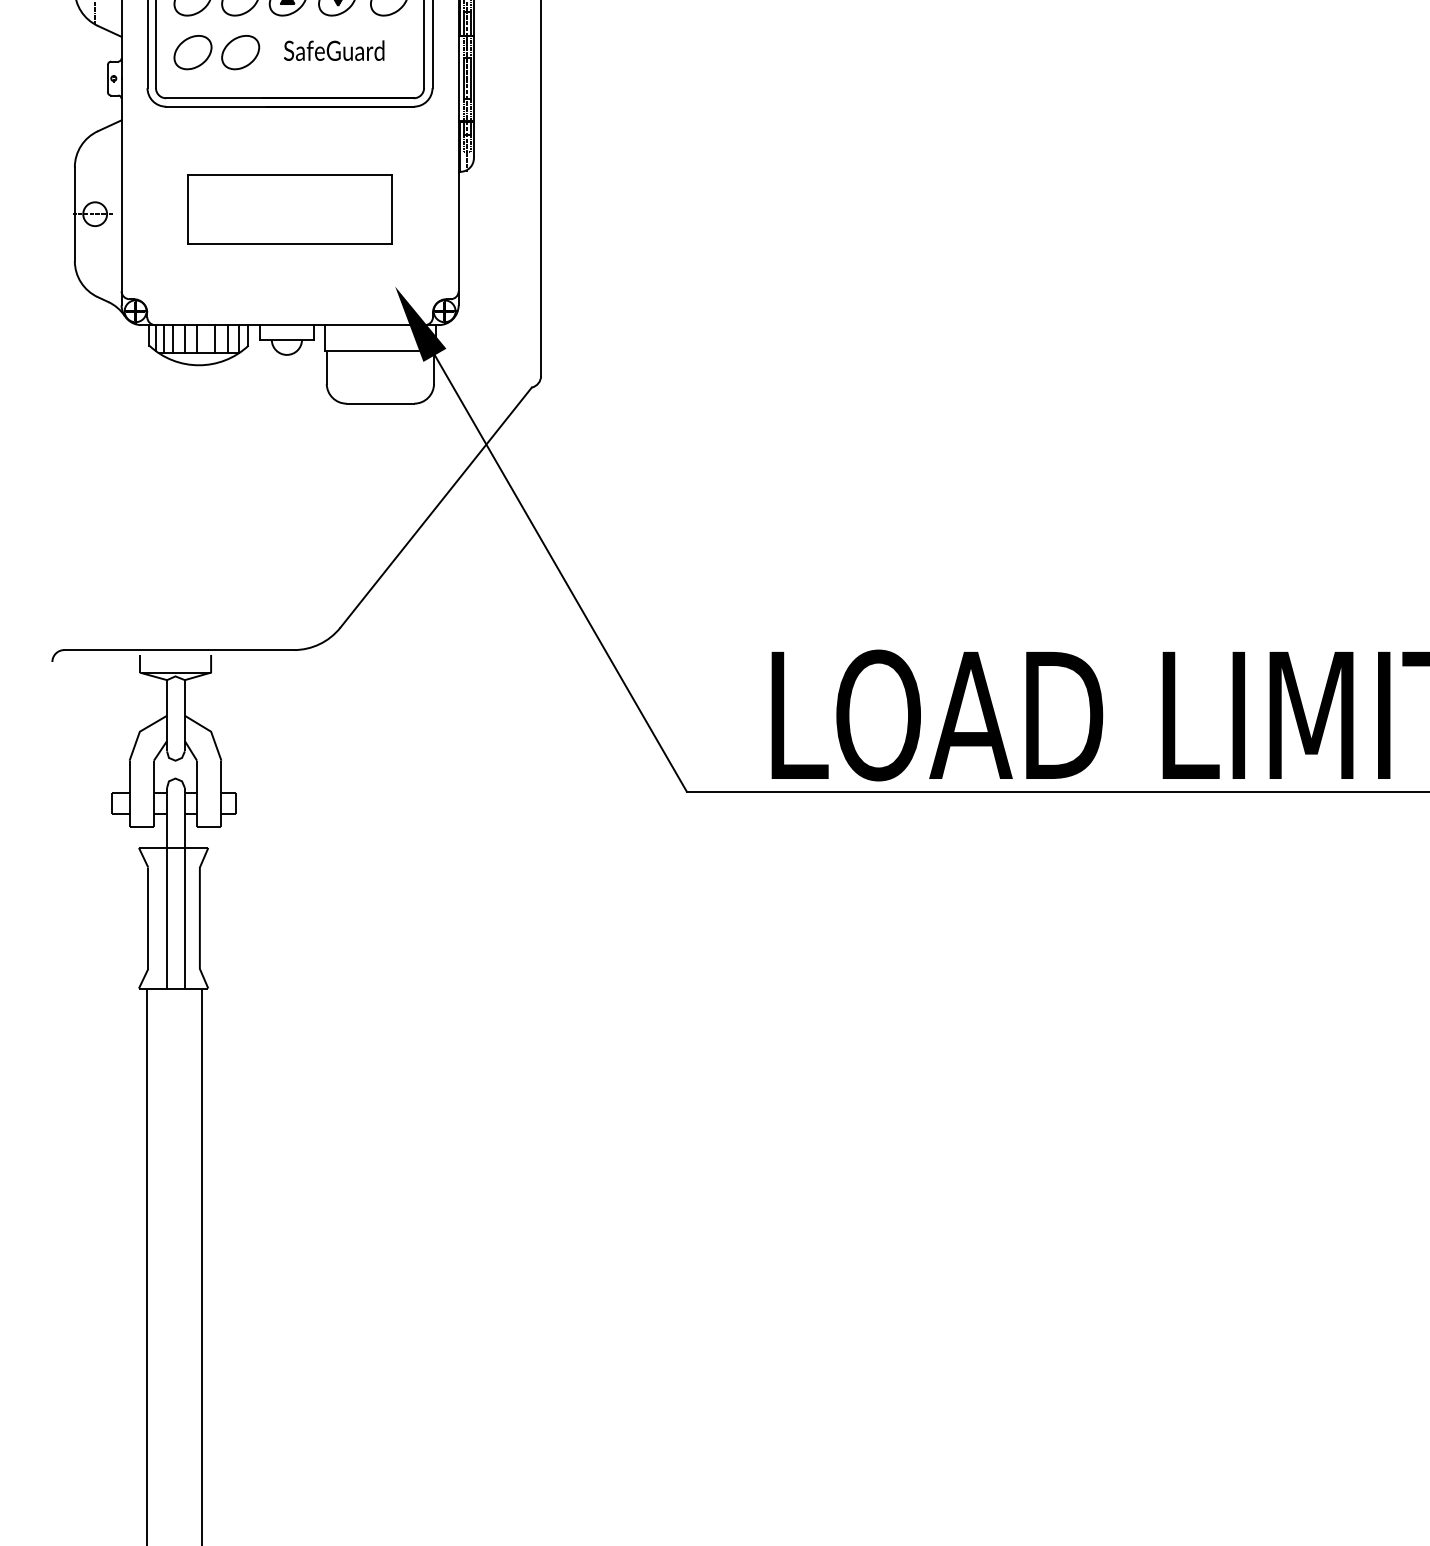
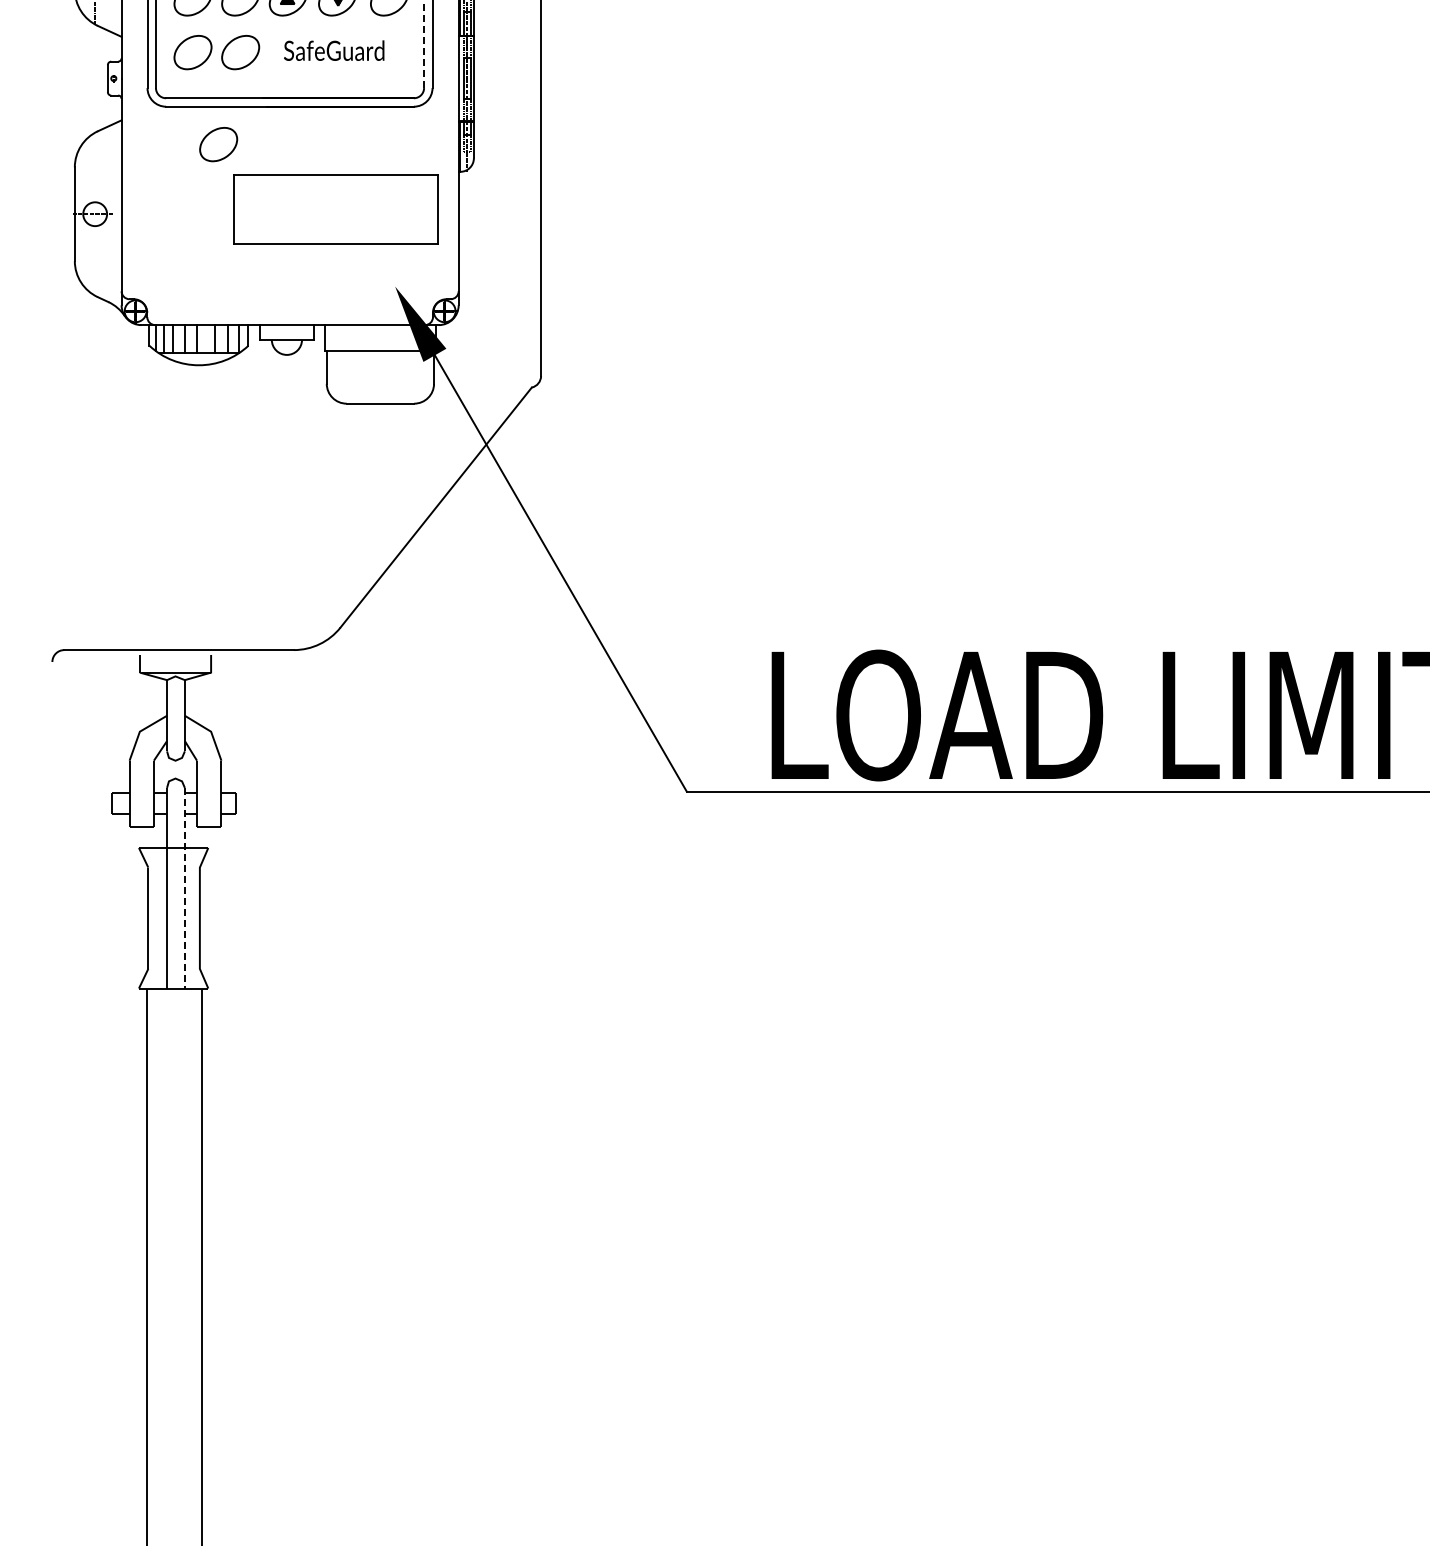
line at (424, 44): solid -> dashed
part at (218, 144): none -> present
part at (289, 209) position: (289, 209) -> (335, 209)
line at (184, 888): solid -> dashed
